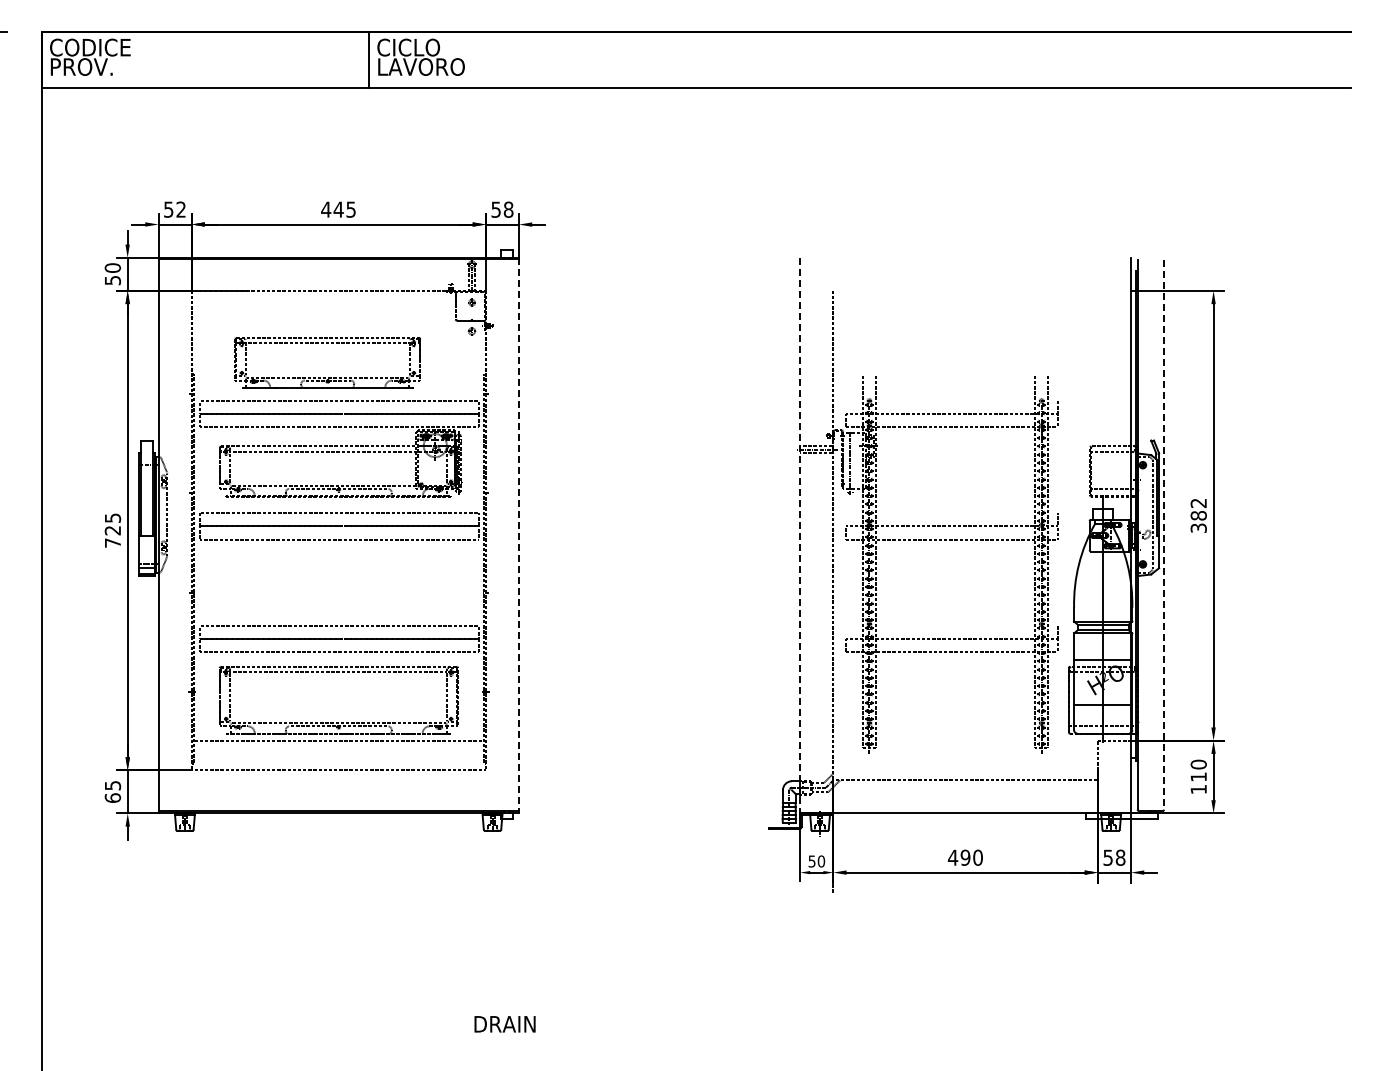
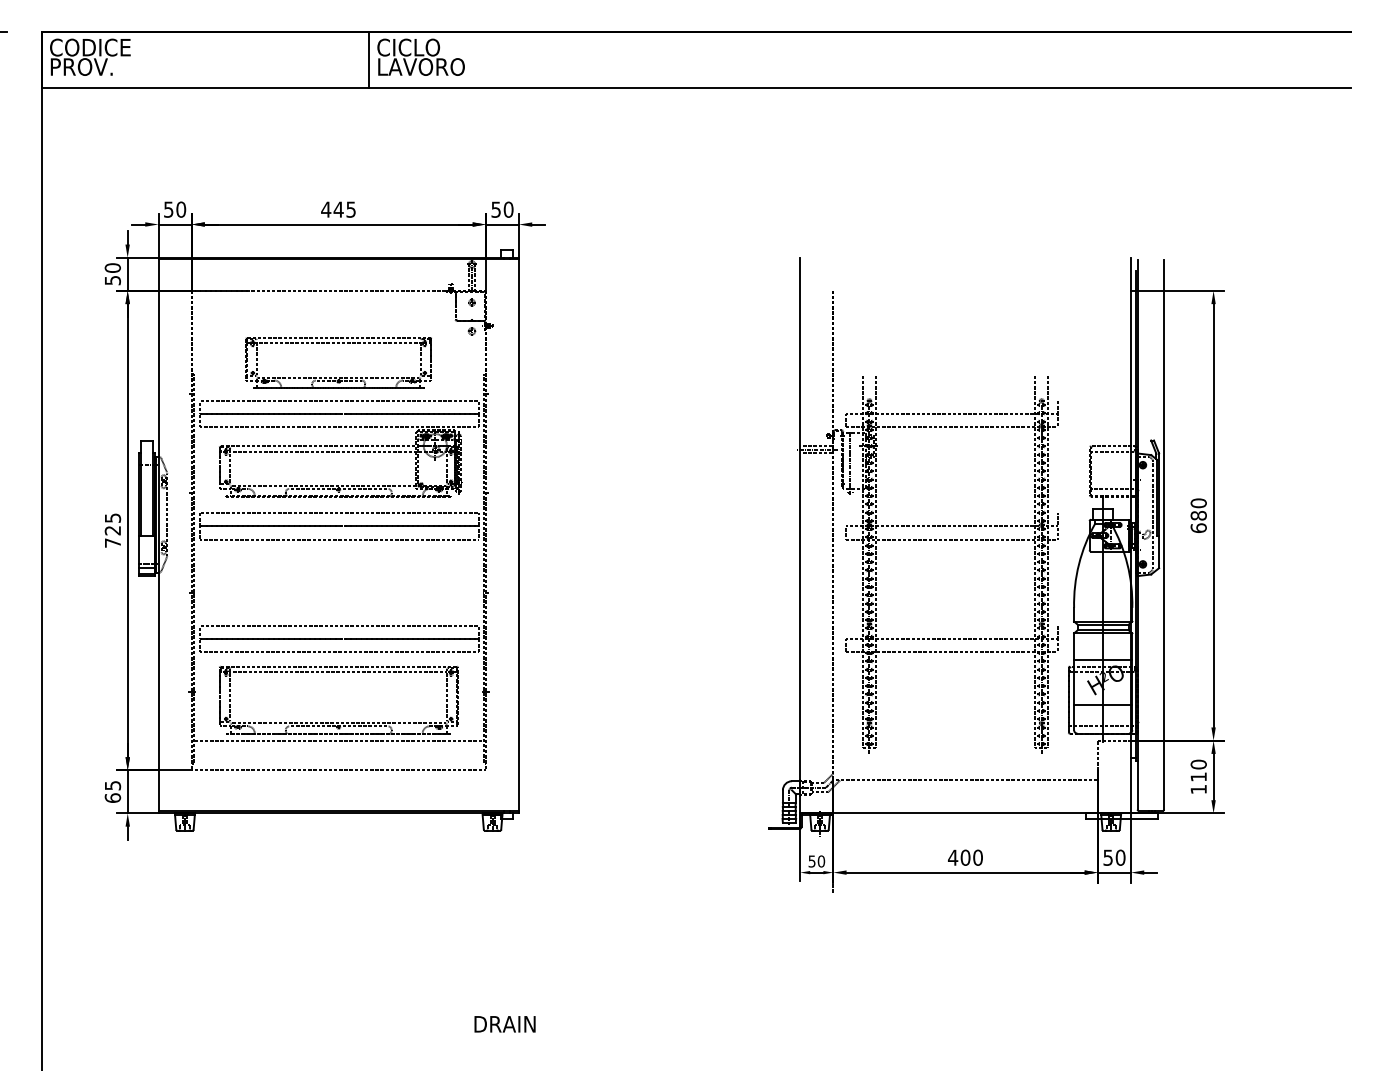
text at (181, 209): 52 -> 50
text at (508, 209): 58 -> 50
part at (328, 377) position: (328, 377) -> (339, 377)
text at (1198, 515): 382 -> 680
line at (1164, 534): dashed -> solid
line at (519, 535): dashed -> solid
line at (800, 535): dashed -> solid
text at (965, 857): 490 -> 400
text at (1120, 857): 58 -> 50
